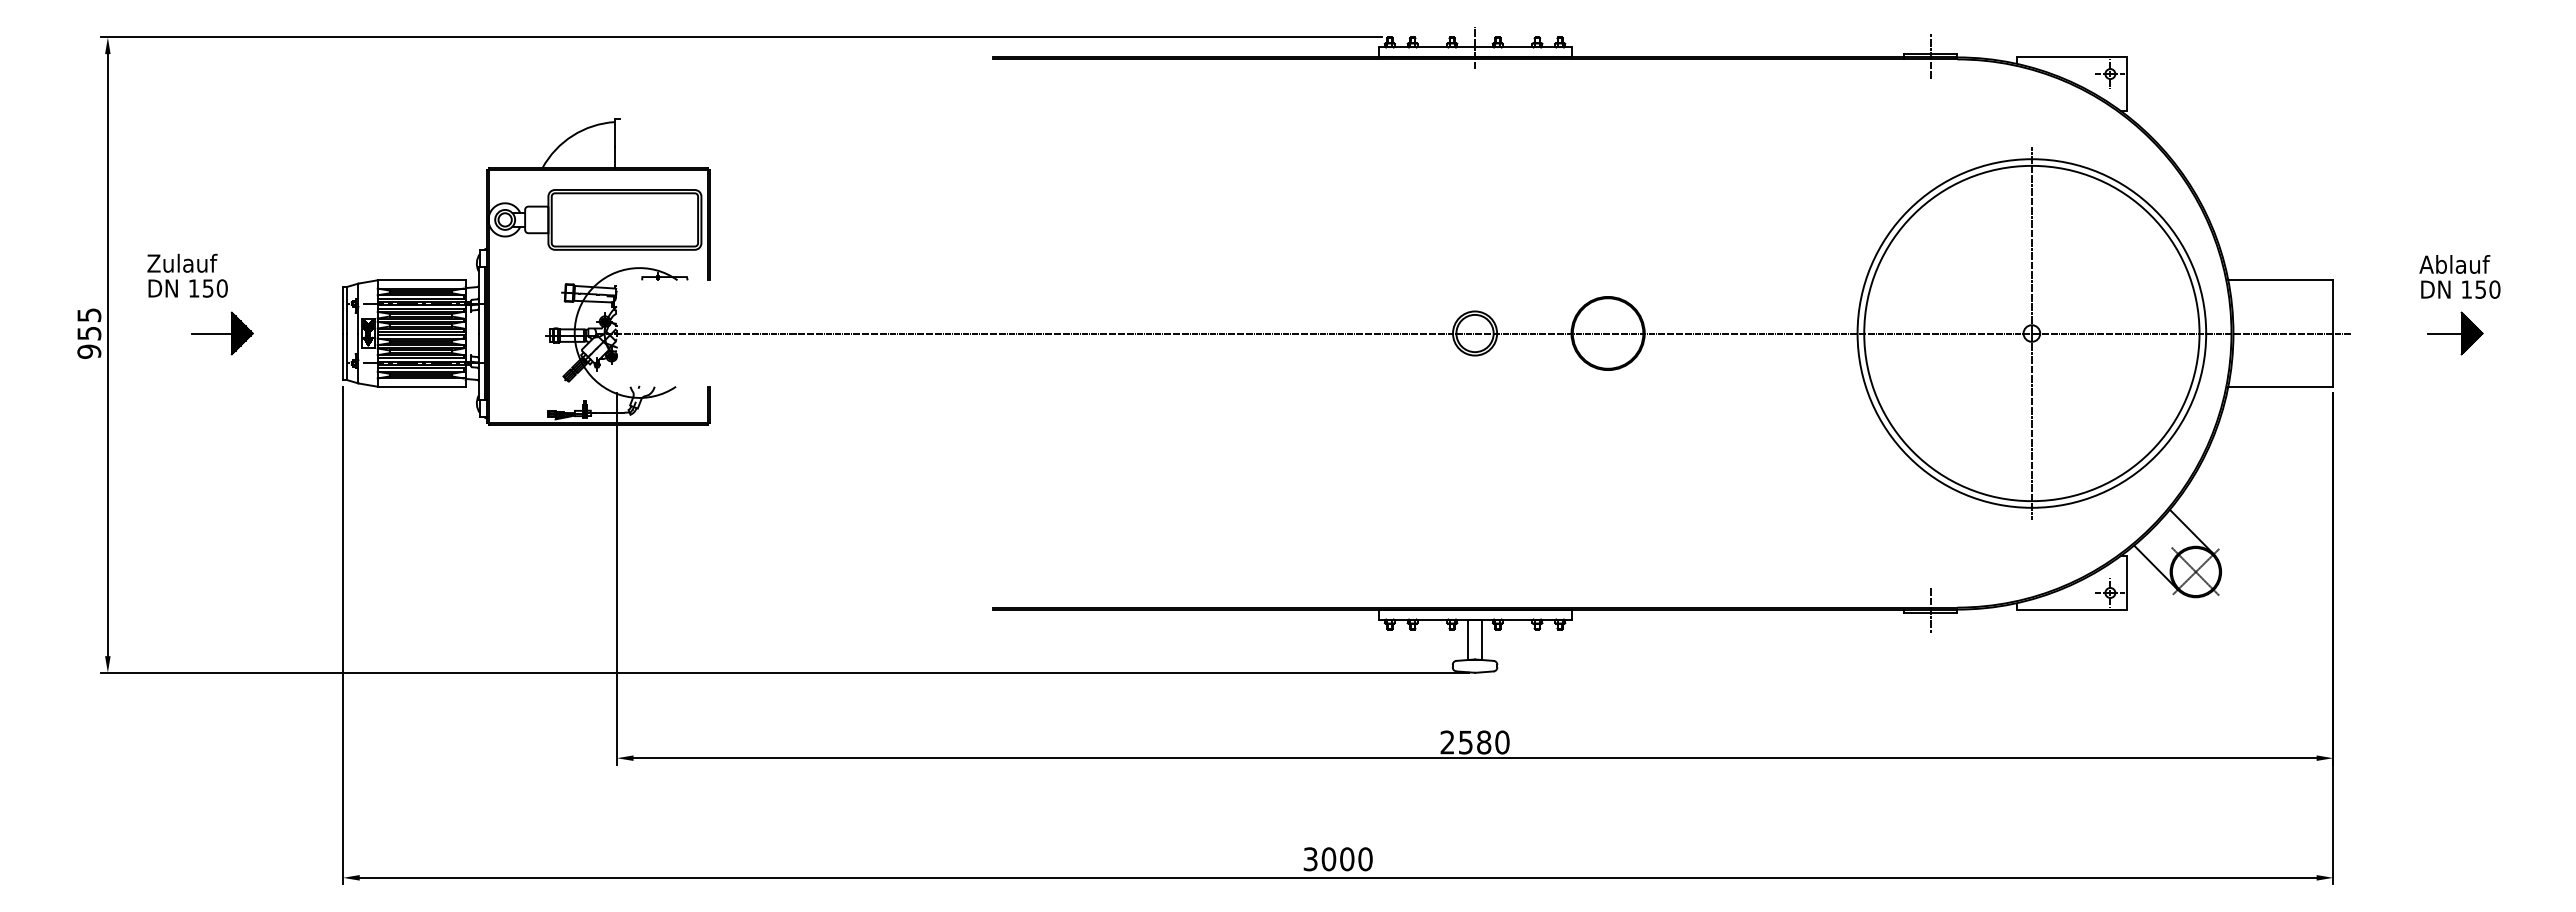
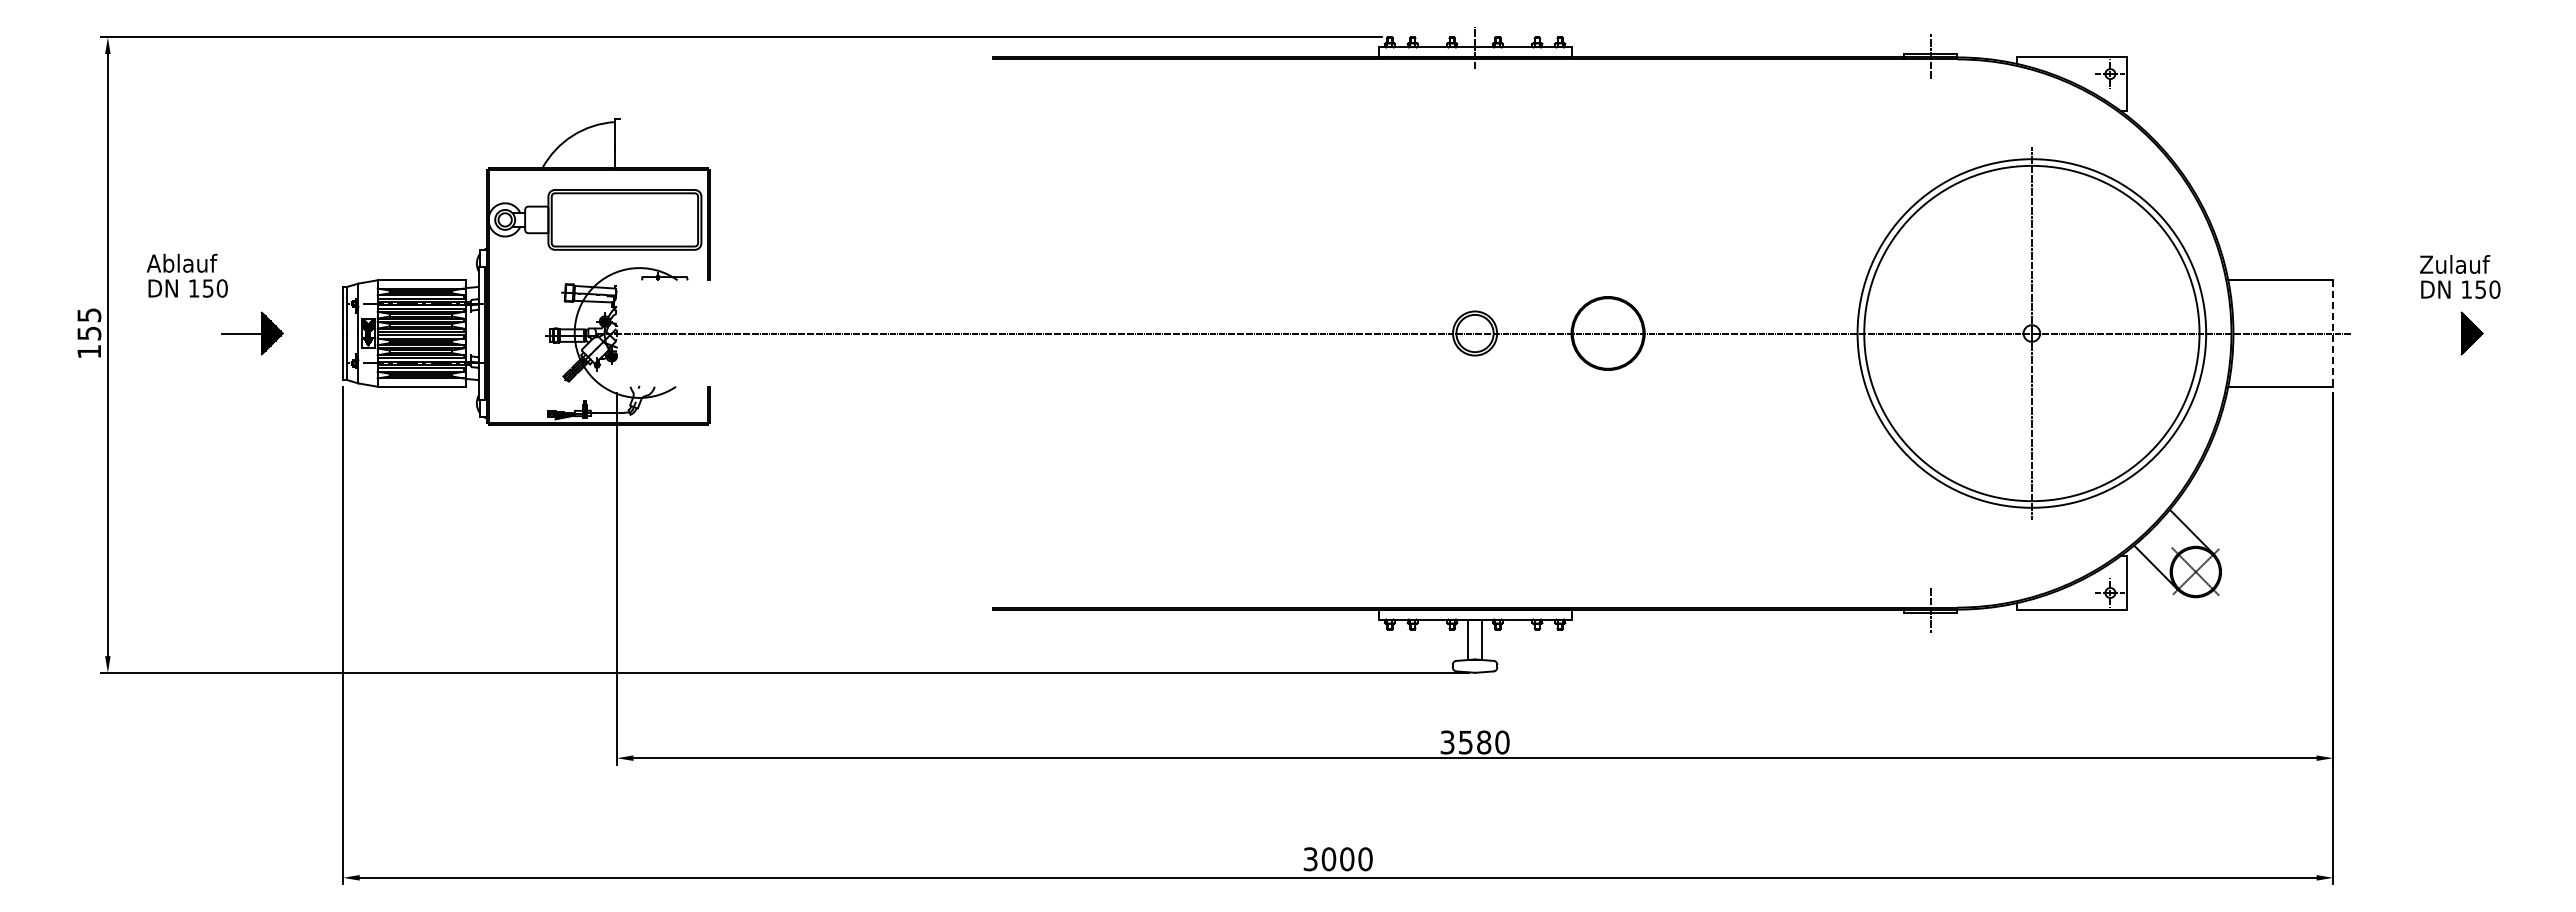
text at (160, 262): Zulauf -> Ablauf
text at (2432, 264): Ablauf -> Zulauf
part at (222, 333) position: (222, 333) -> (252, 333)
line at (2444, 333): present -> none
line at (2333, 334): solid -> dashed
text at (89, 351): 955 -> 155
text at (1447, 742): 2580 -> 3580
